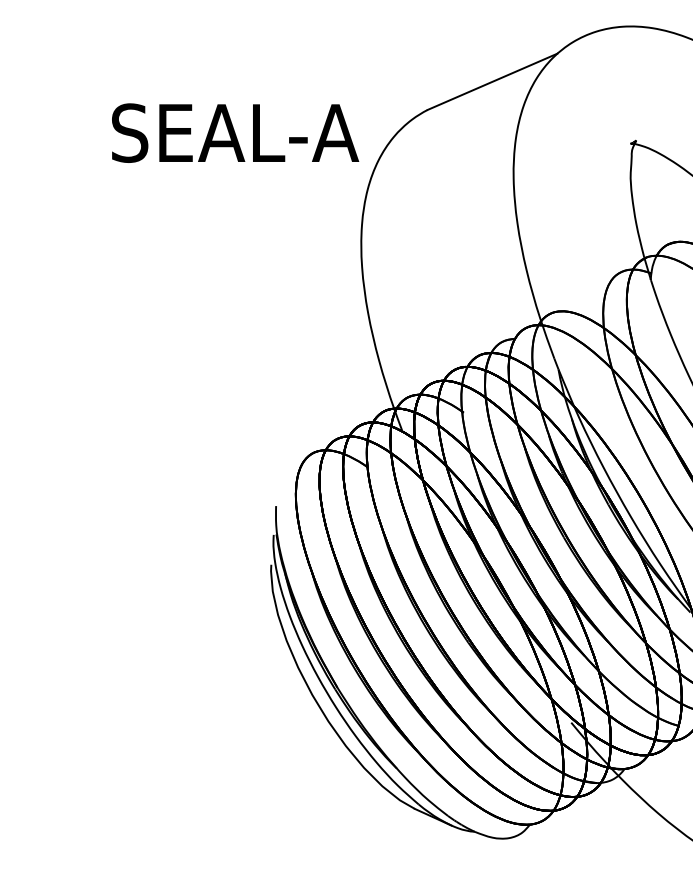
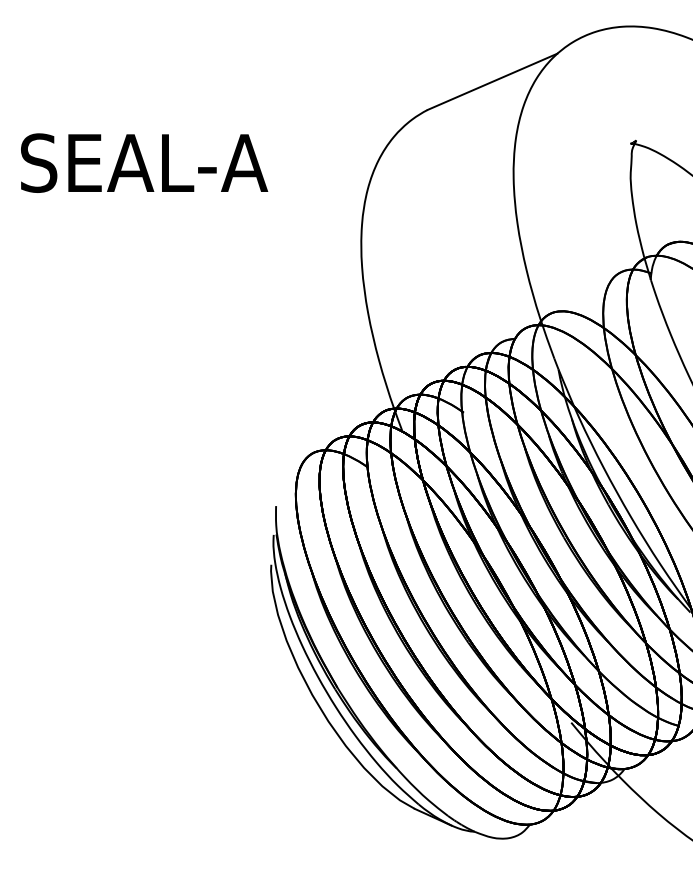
text at (235, 132) position: (235, 132) -> (144, 162)
